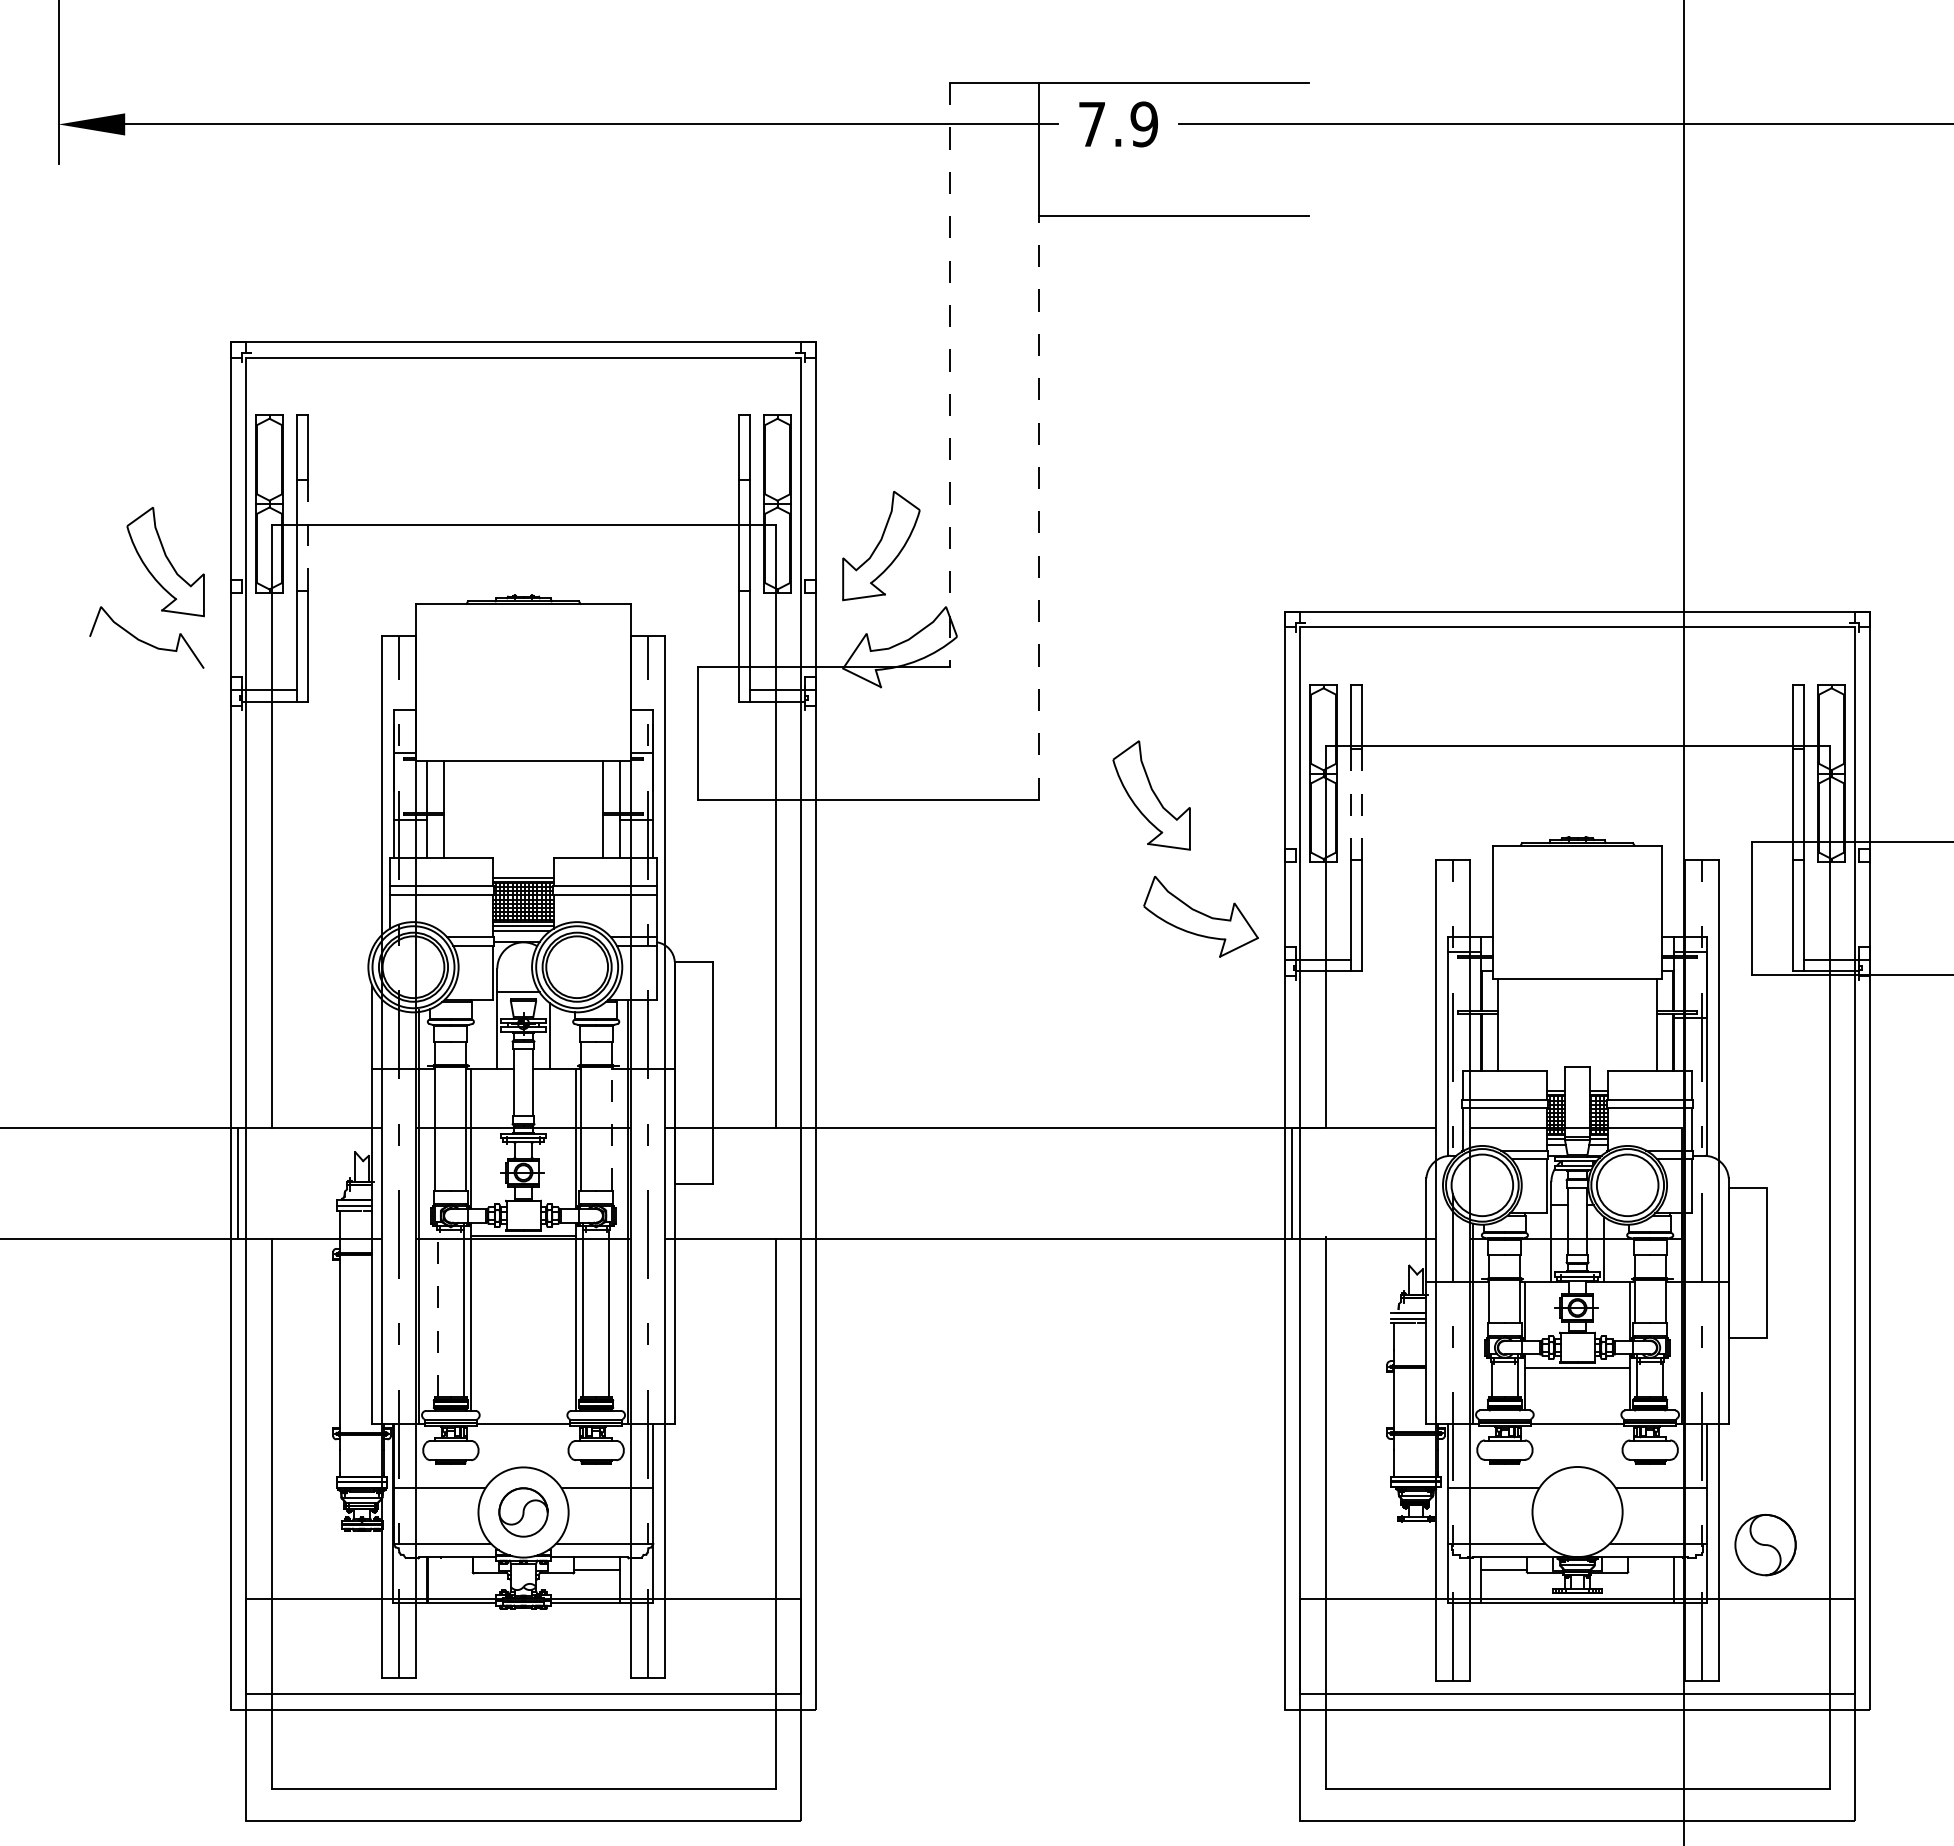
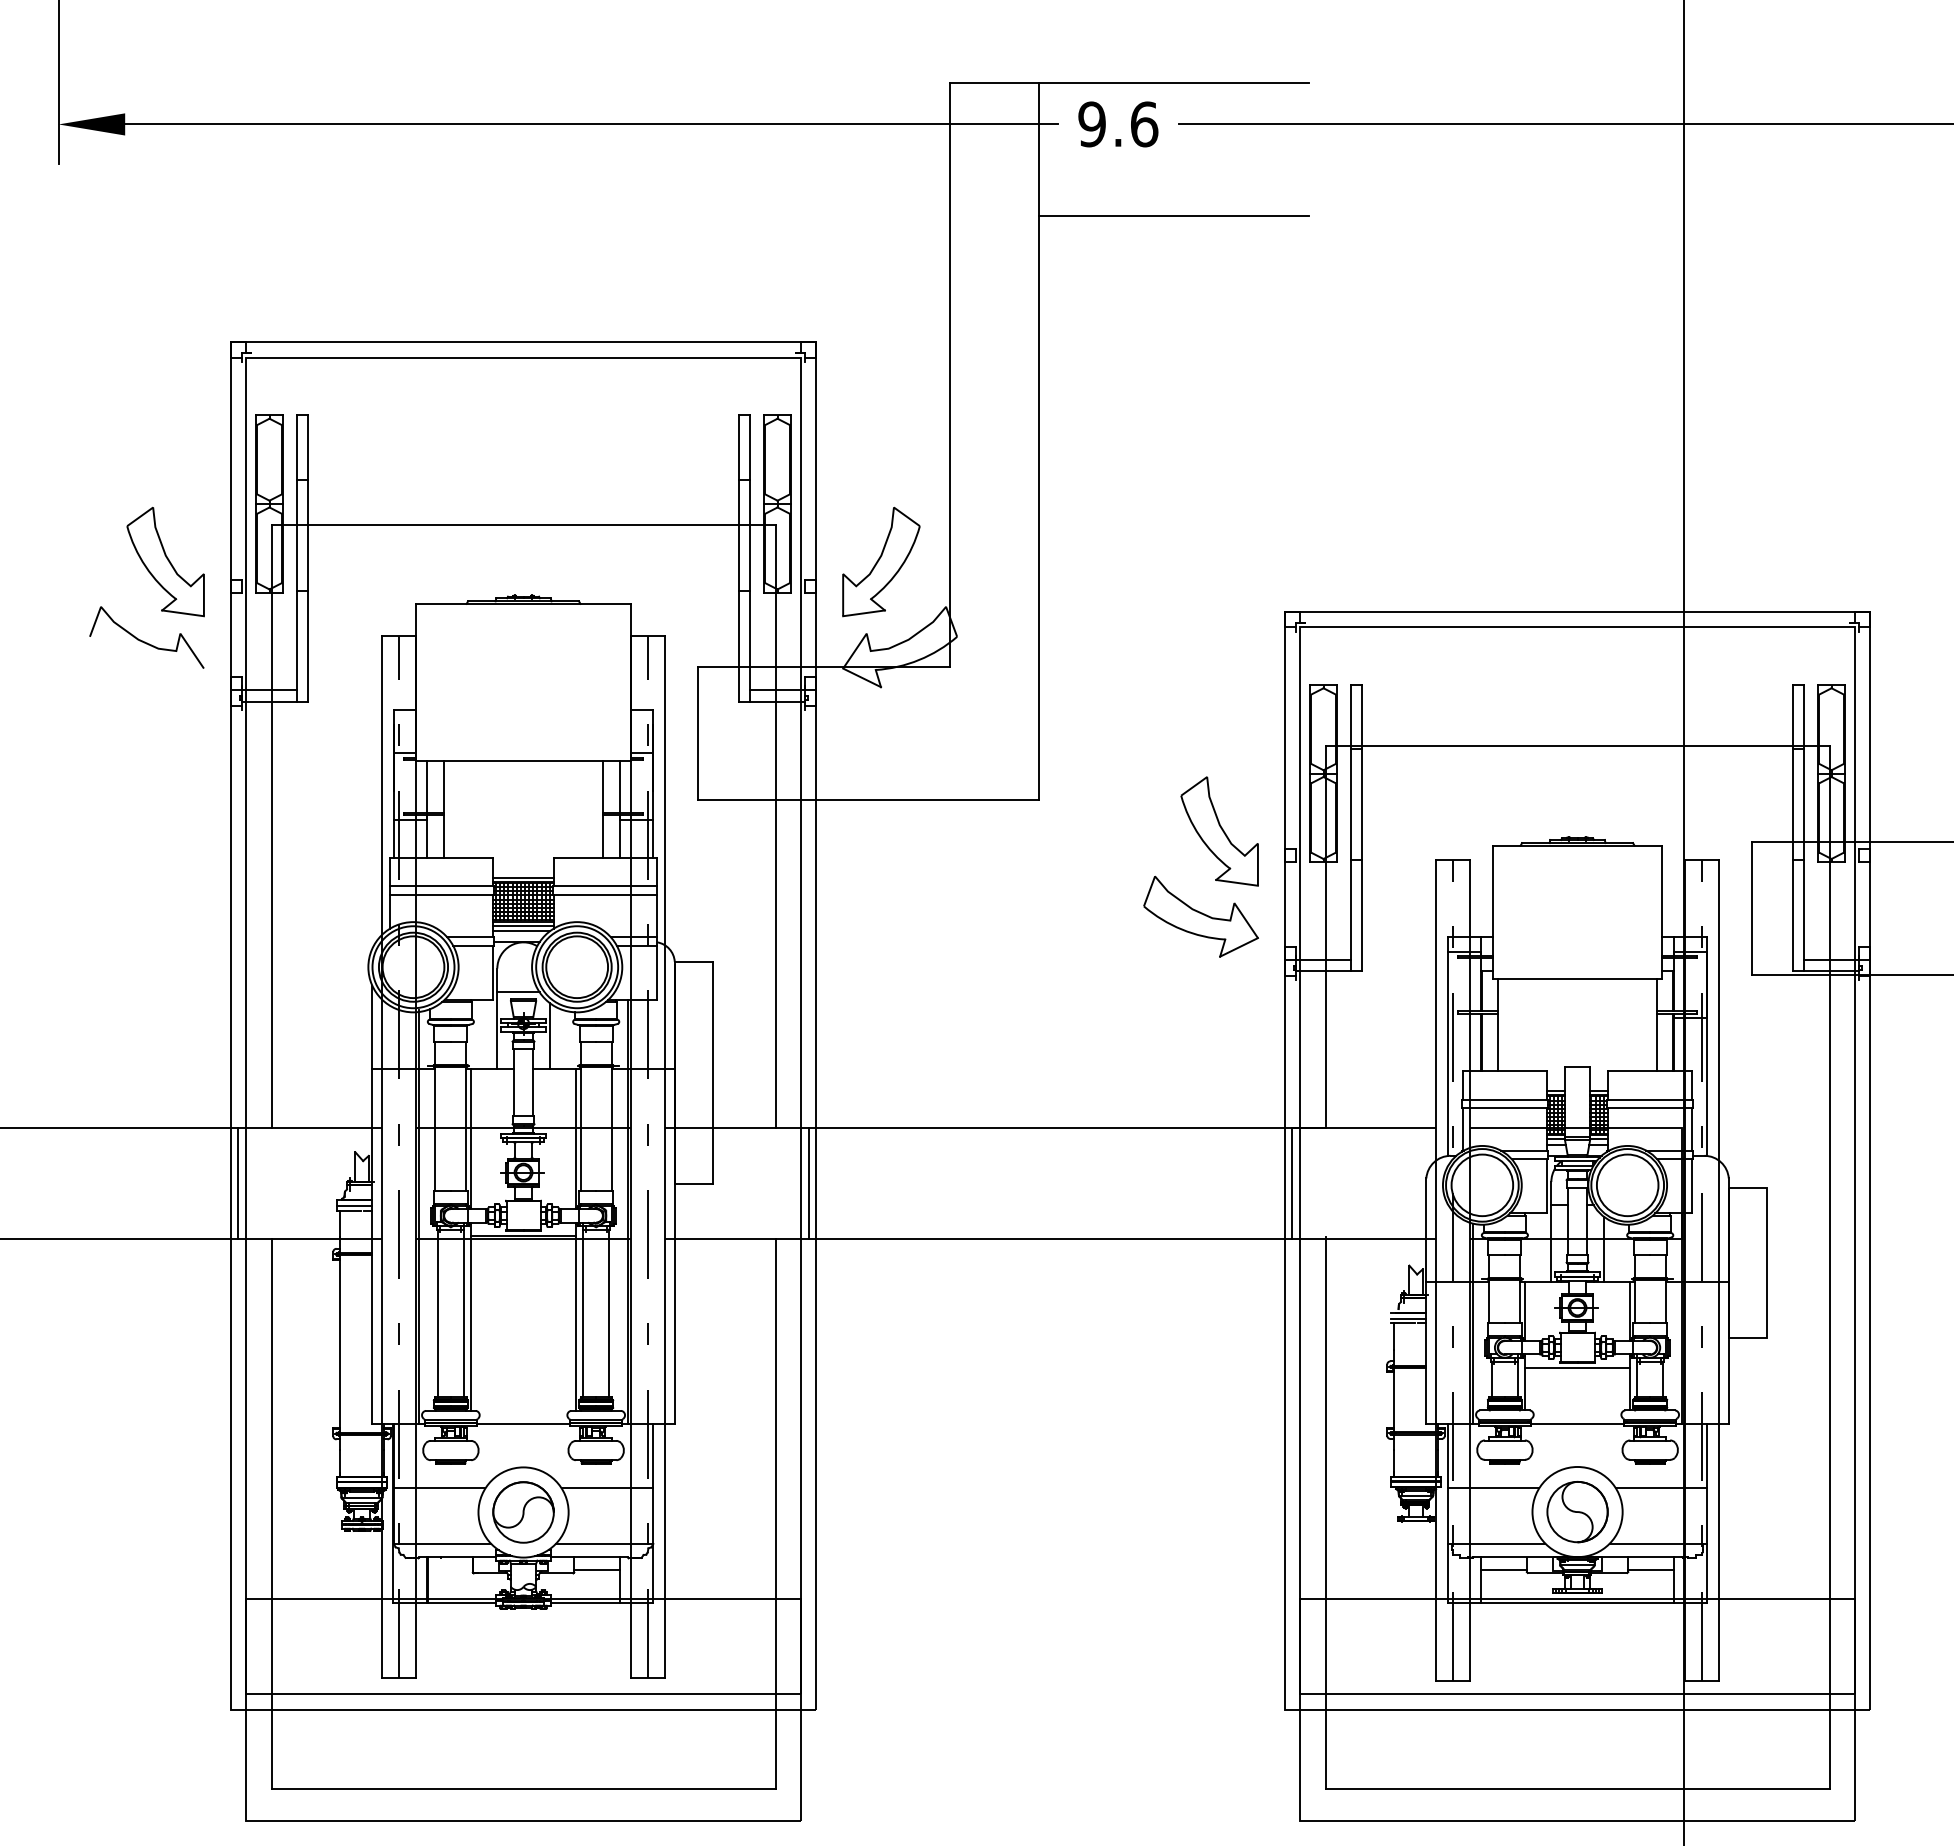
text at (1118, 124): 7.9 -> 9.6
line at (950, 374): dashed -> solid
line at (1038, 507): dashed -> solid
line at (308, 534): dashed -> solid
part at (881, 545) position: (881, 545) -> (881, 561)
part at (1151, 795) position: (1151, 795) -> (1219, 831)
line at (1362, 804): dashed -> solid
line at (1351, 805): dashed -> solid
line at (611, 1128): dashed -> solid
line at (808, 1183): none -> present
line at (438, 1313): dashed -> solid
part at (523, 1512) size: 51x51 px -> 63x63 px
part at (1765, 1545) position: (1765, 1545) -> (1577, 1512)
line at (1651, 1569): none -> present
